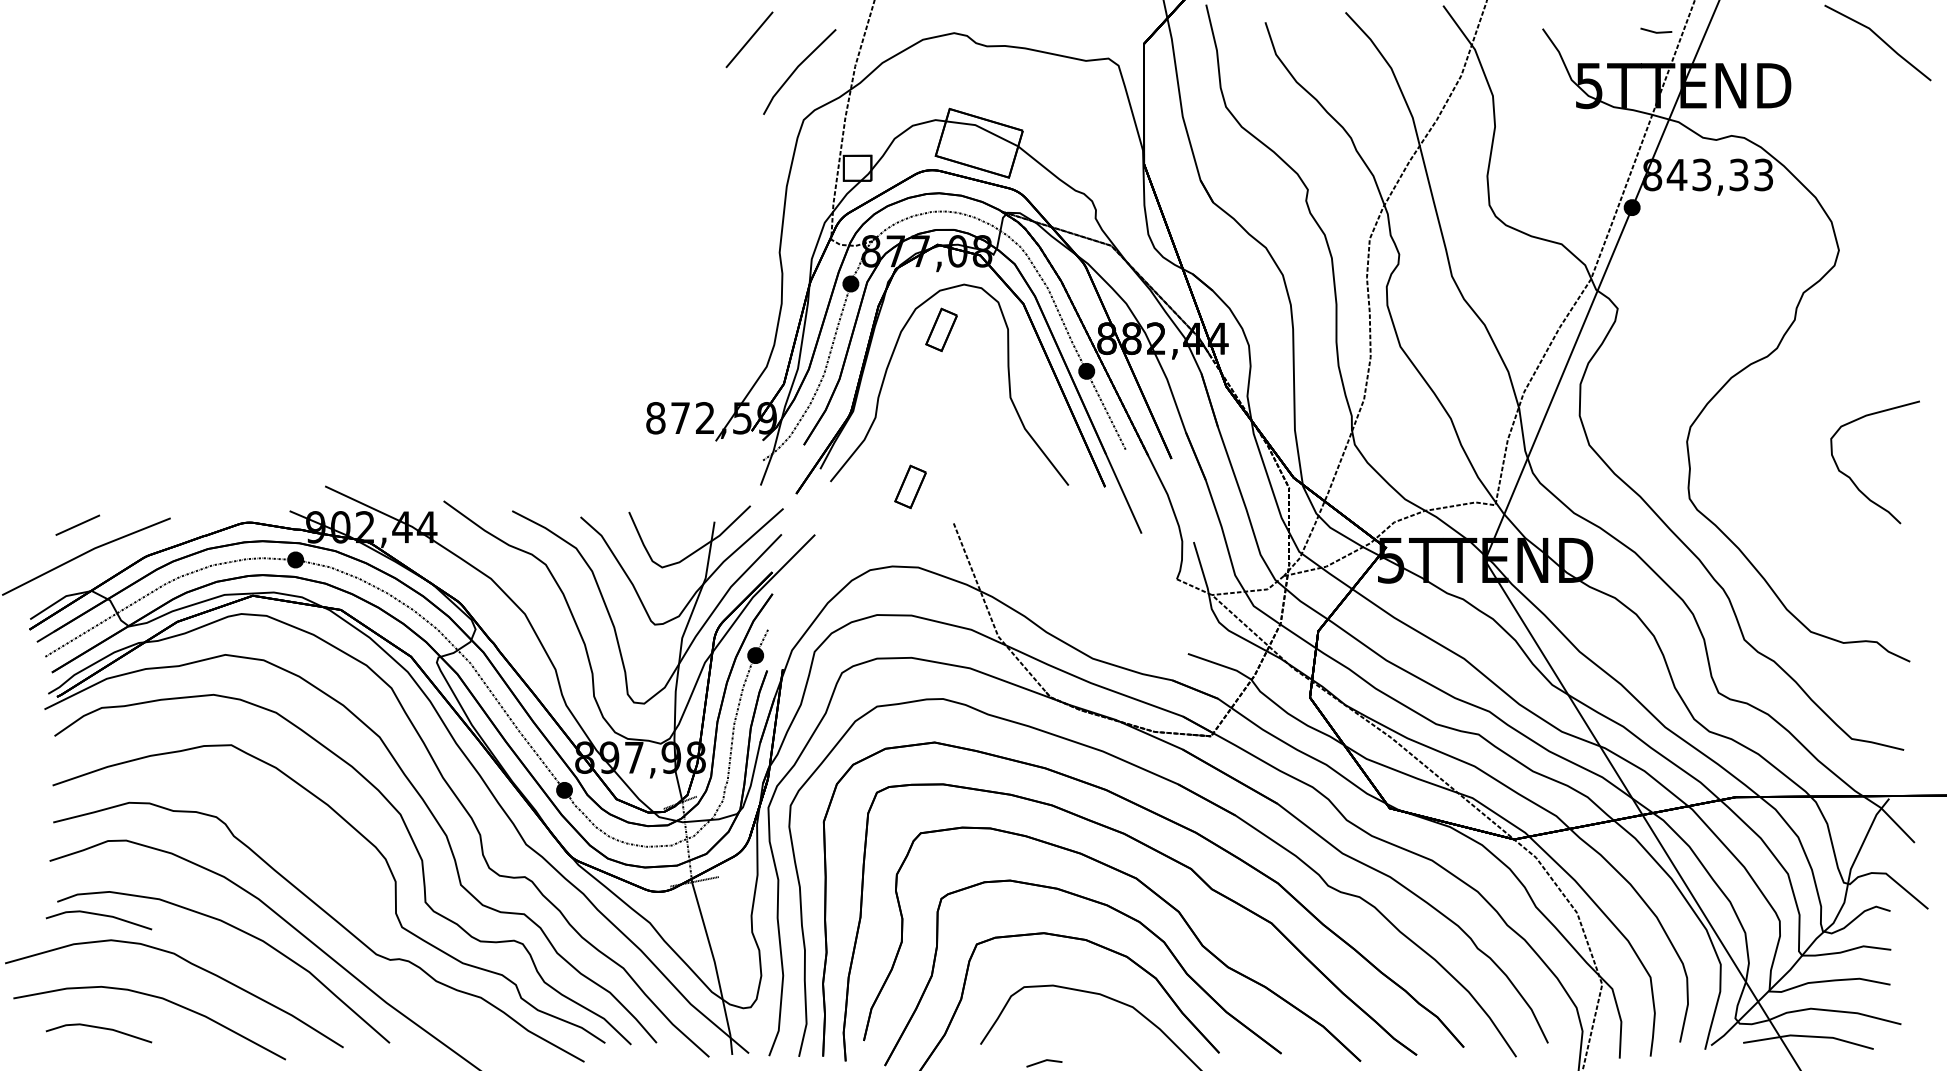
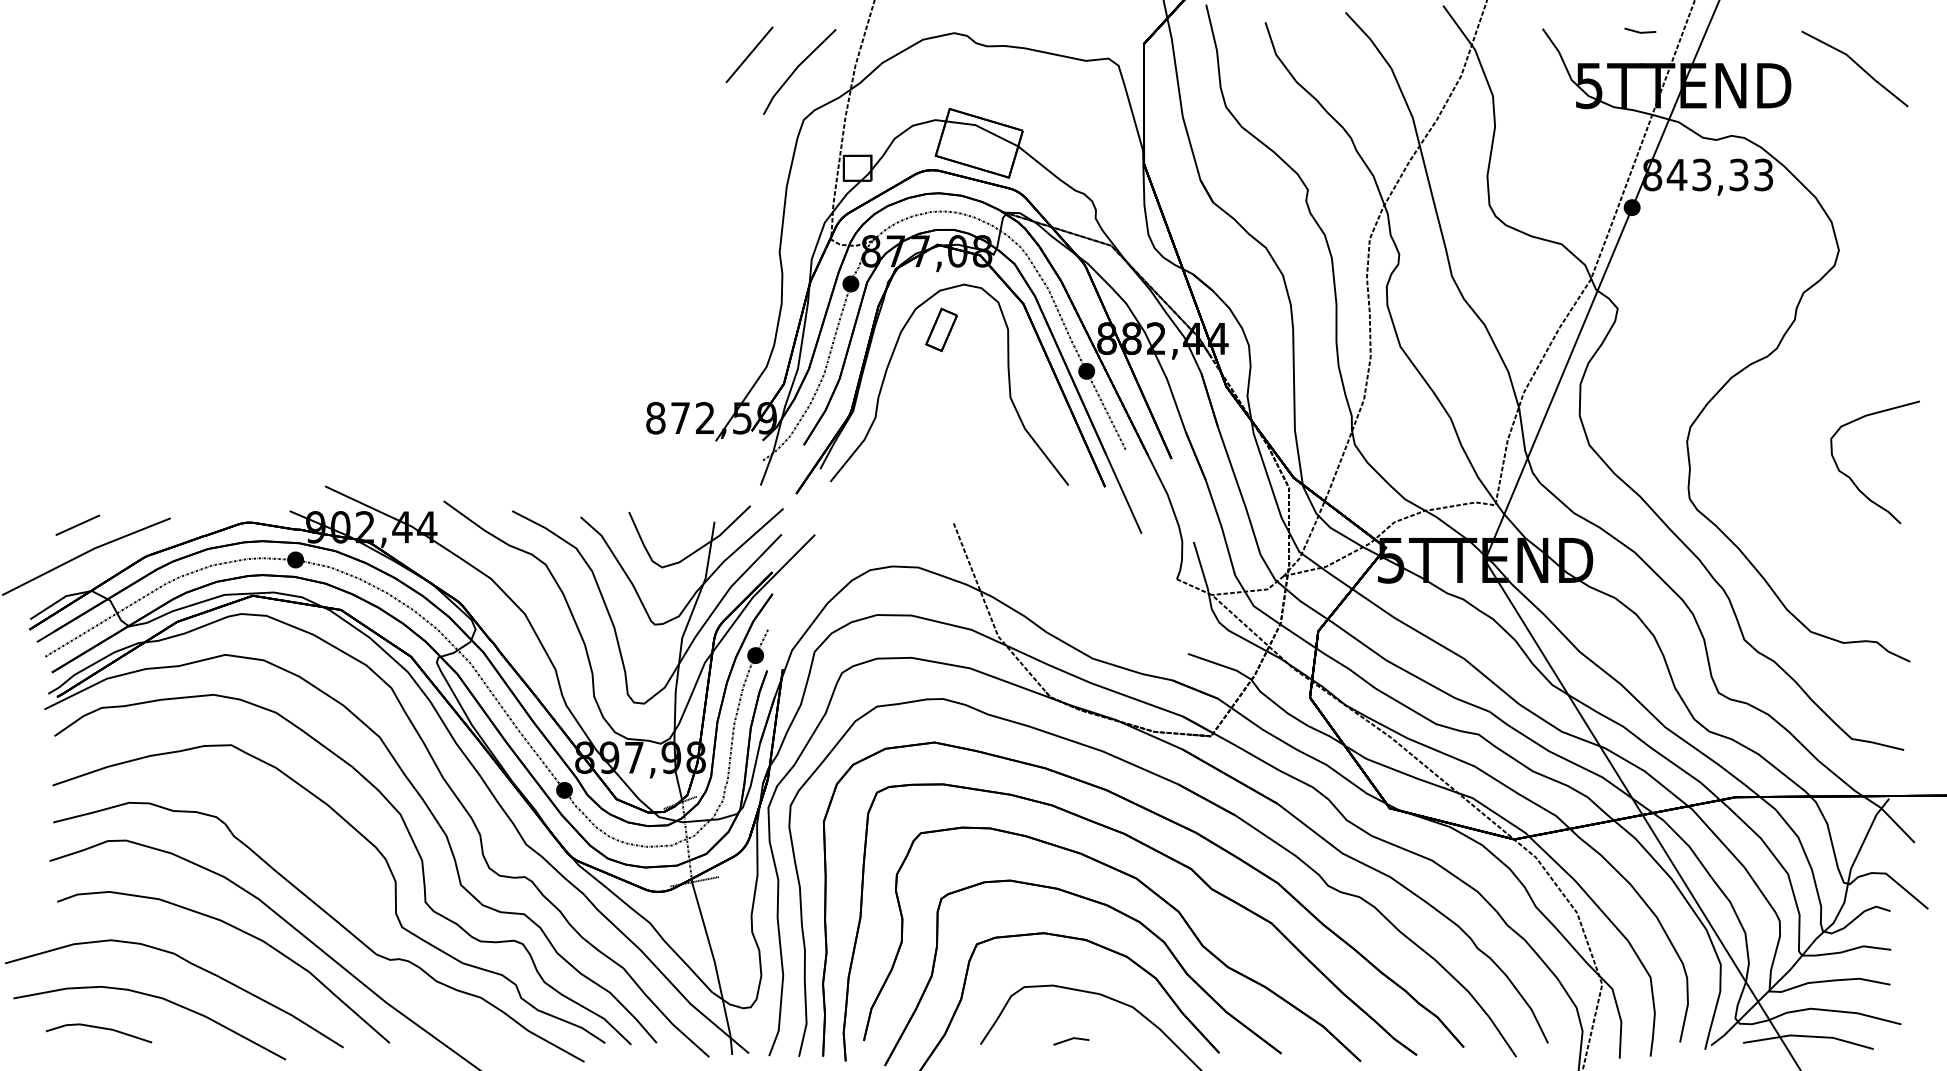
line at (1656, 31) position: (1656, 31) -> (1640, 31)
line at (749, 39) position: (749, 39) -> (749, 54)
line at (1880, 39) position: (1880, 39) -> (1857, 65)
part at (910, 486): present -> none
part at (98, 920): present -> none
part at (1044, 1063) position: (1044, 1063) -> (1071, 1041)
